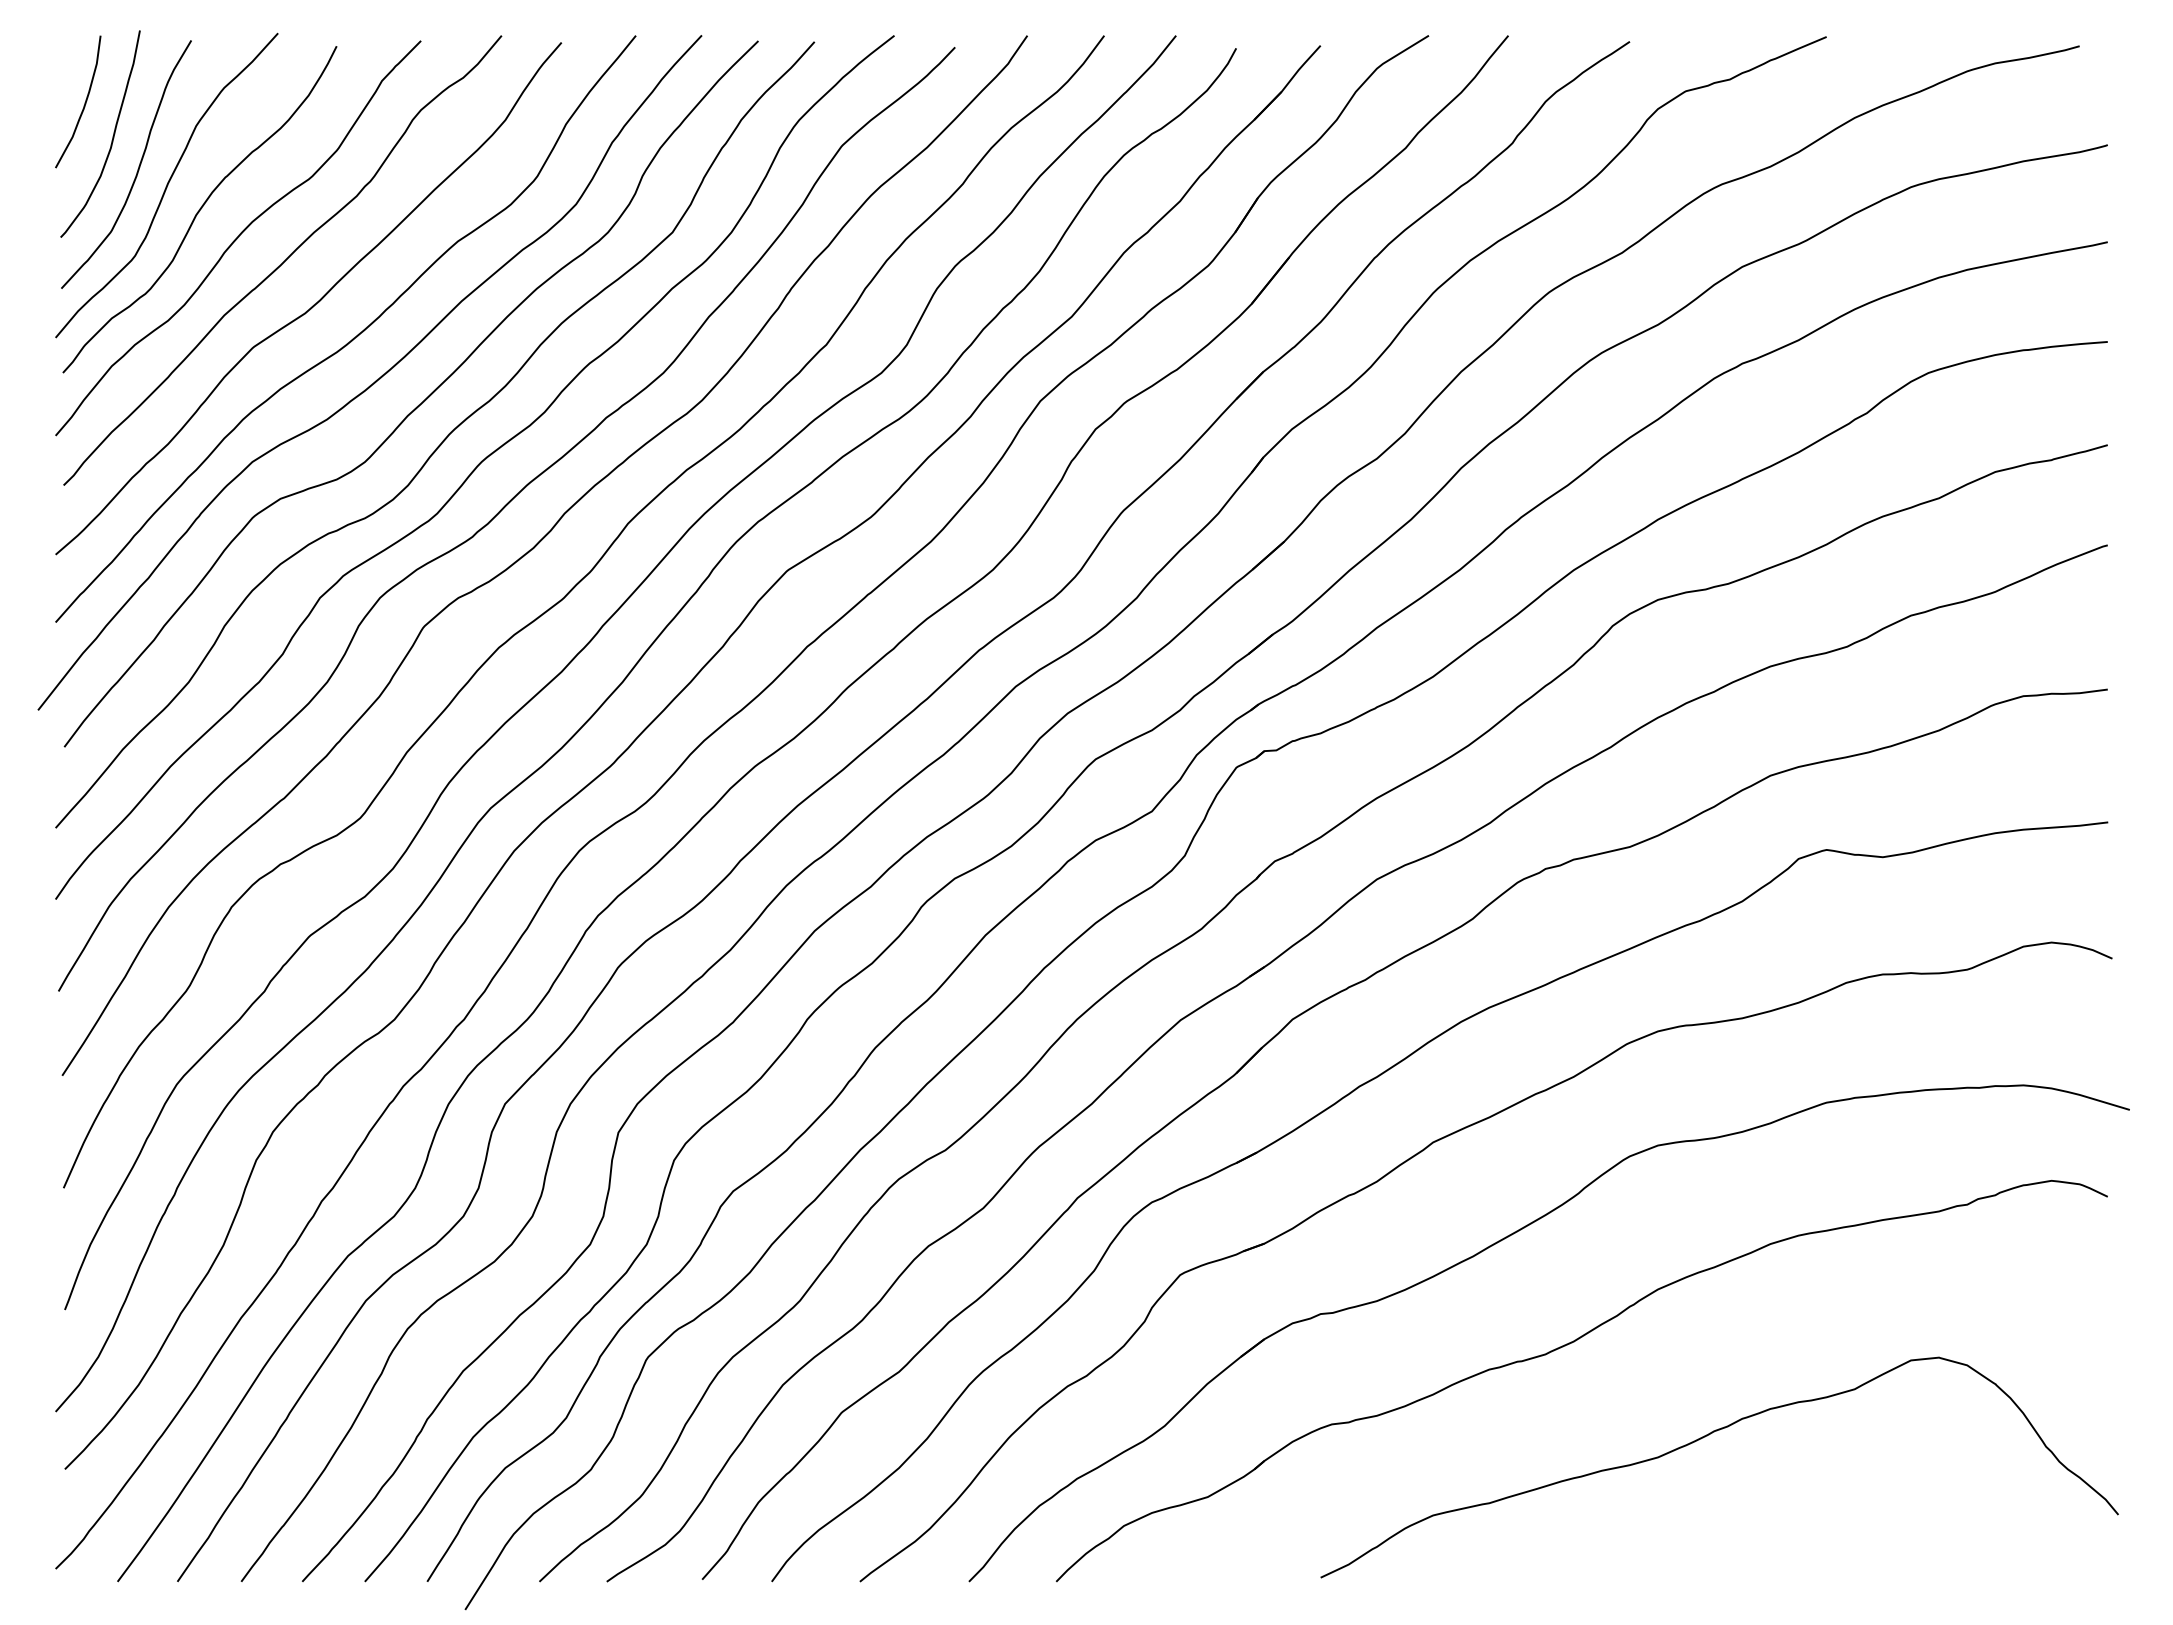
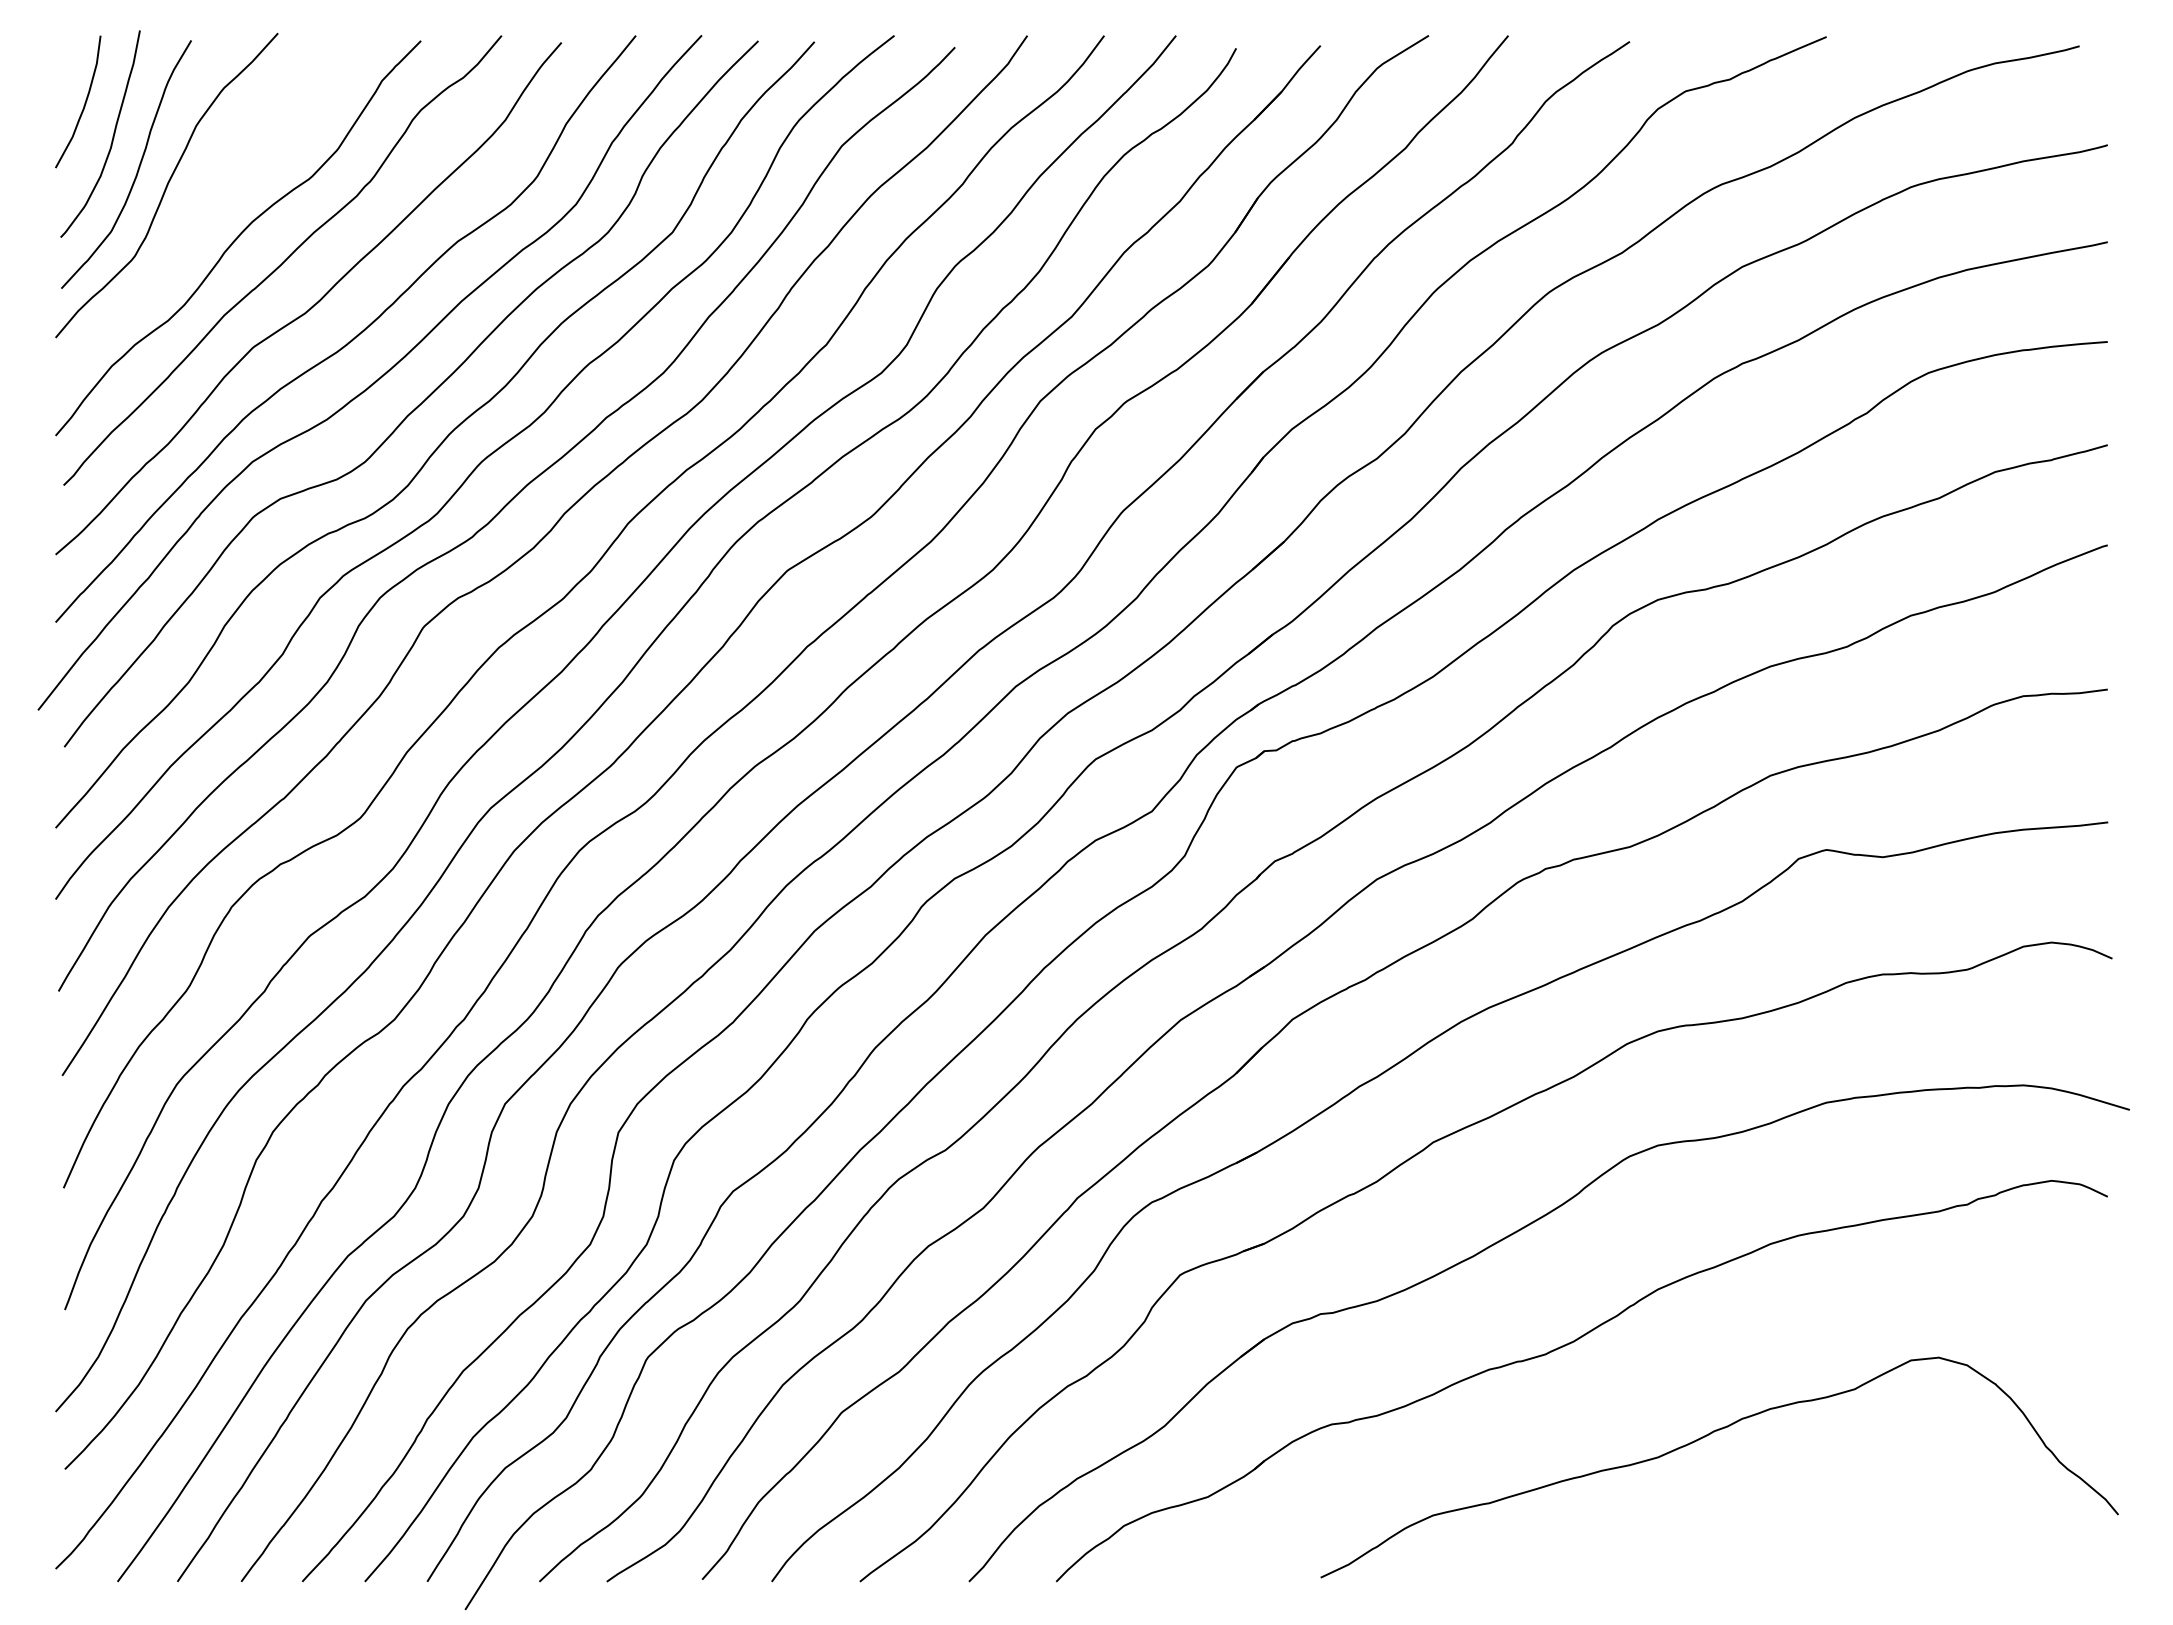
curve at (199, 209): present -> none
